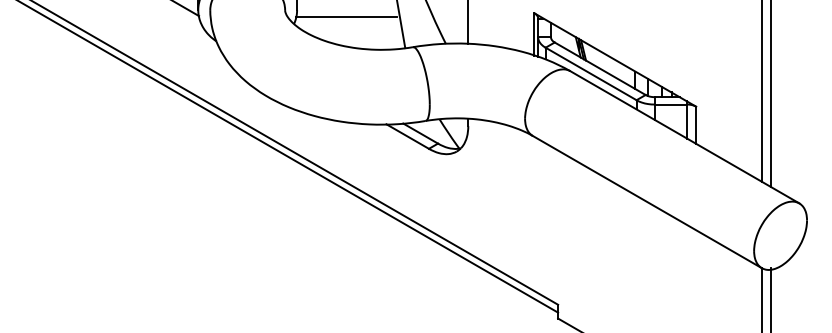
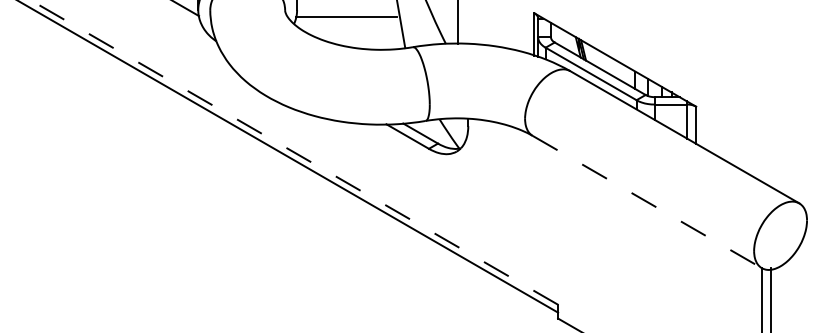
line at (468, 22) position: (468, 22) -> (458, 22)
line at (762, 92): present -> none
line at (771, 94): present -> none
line at (294, 152): solid -> dashed
line at (647, 202): solid -> dashed
